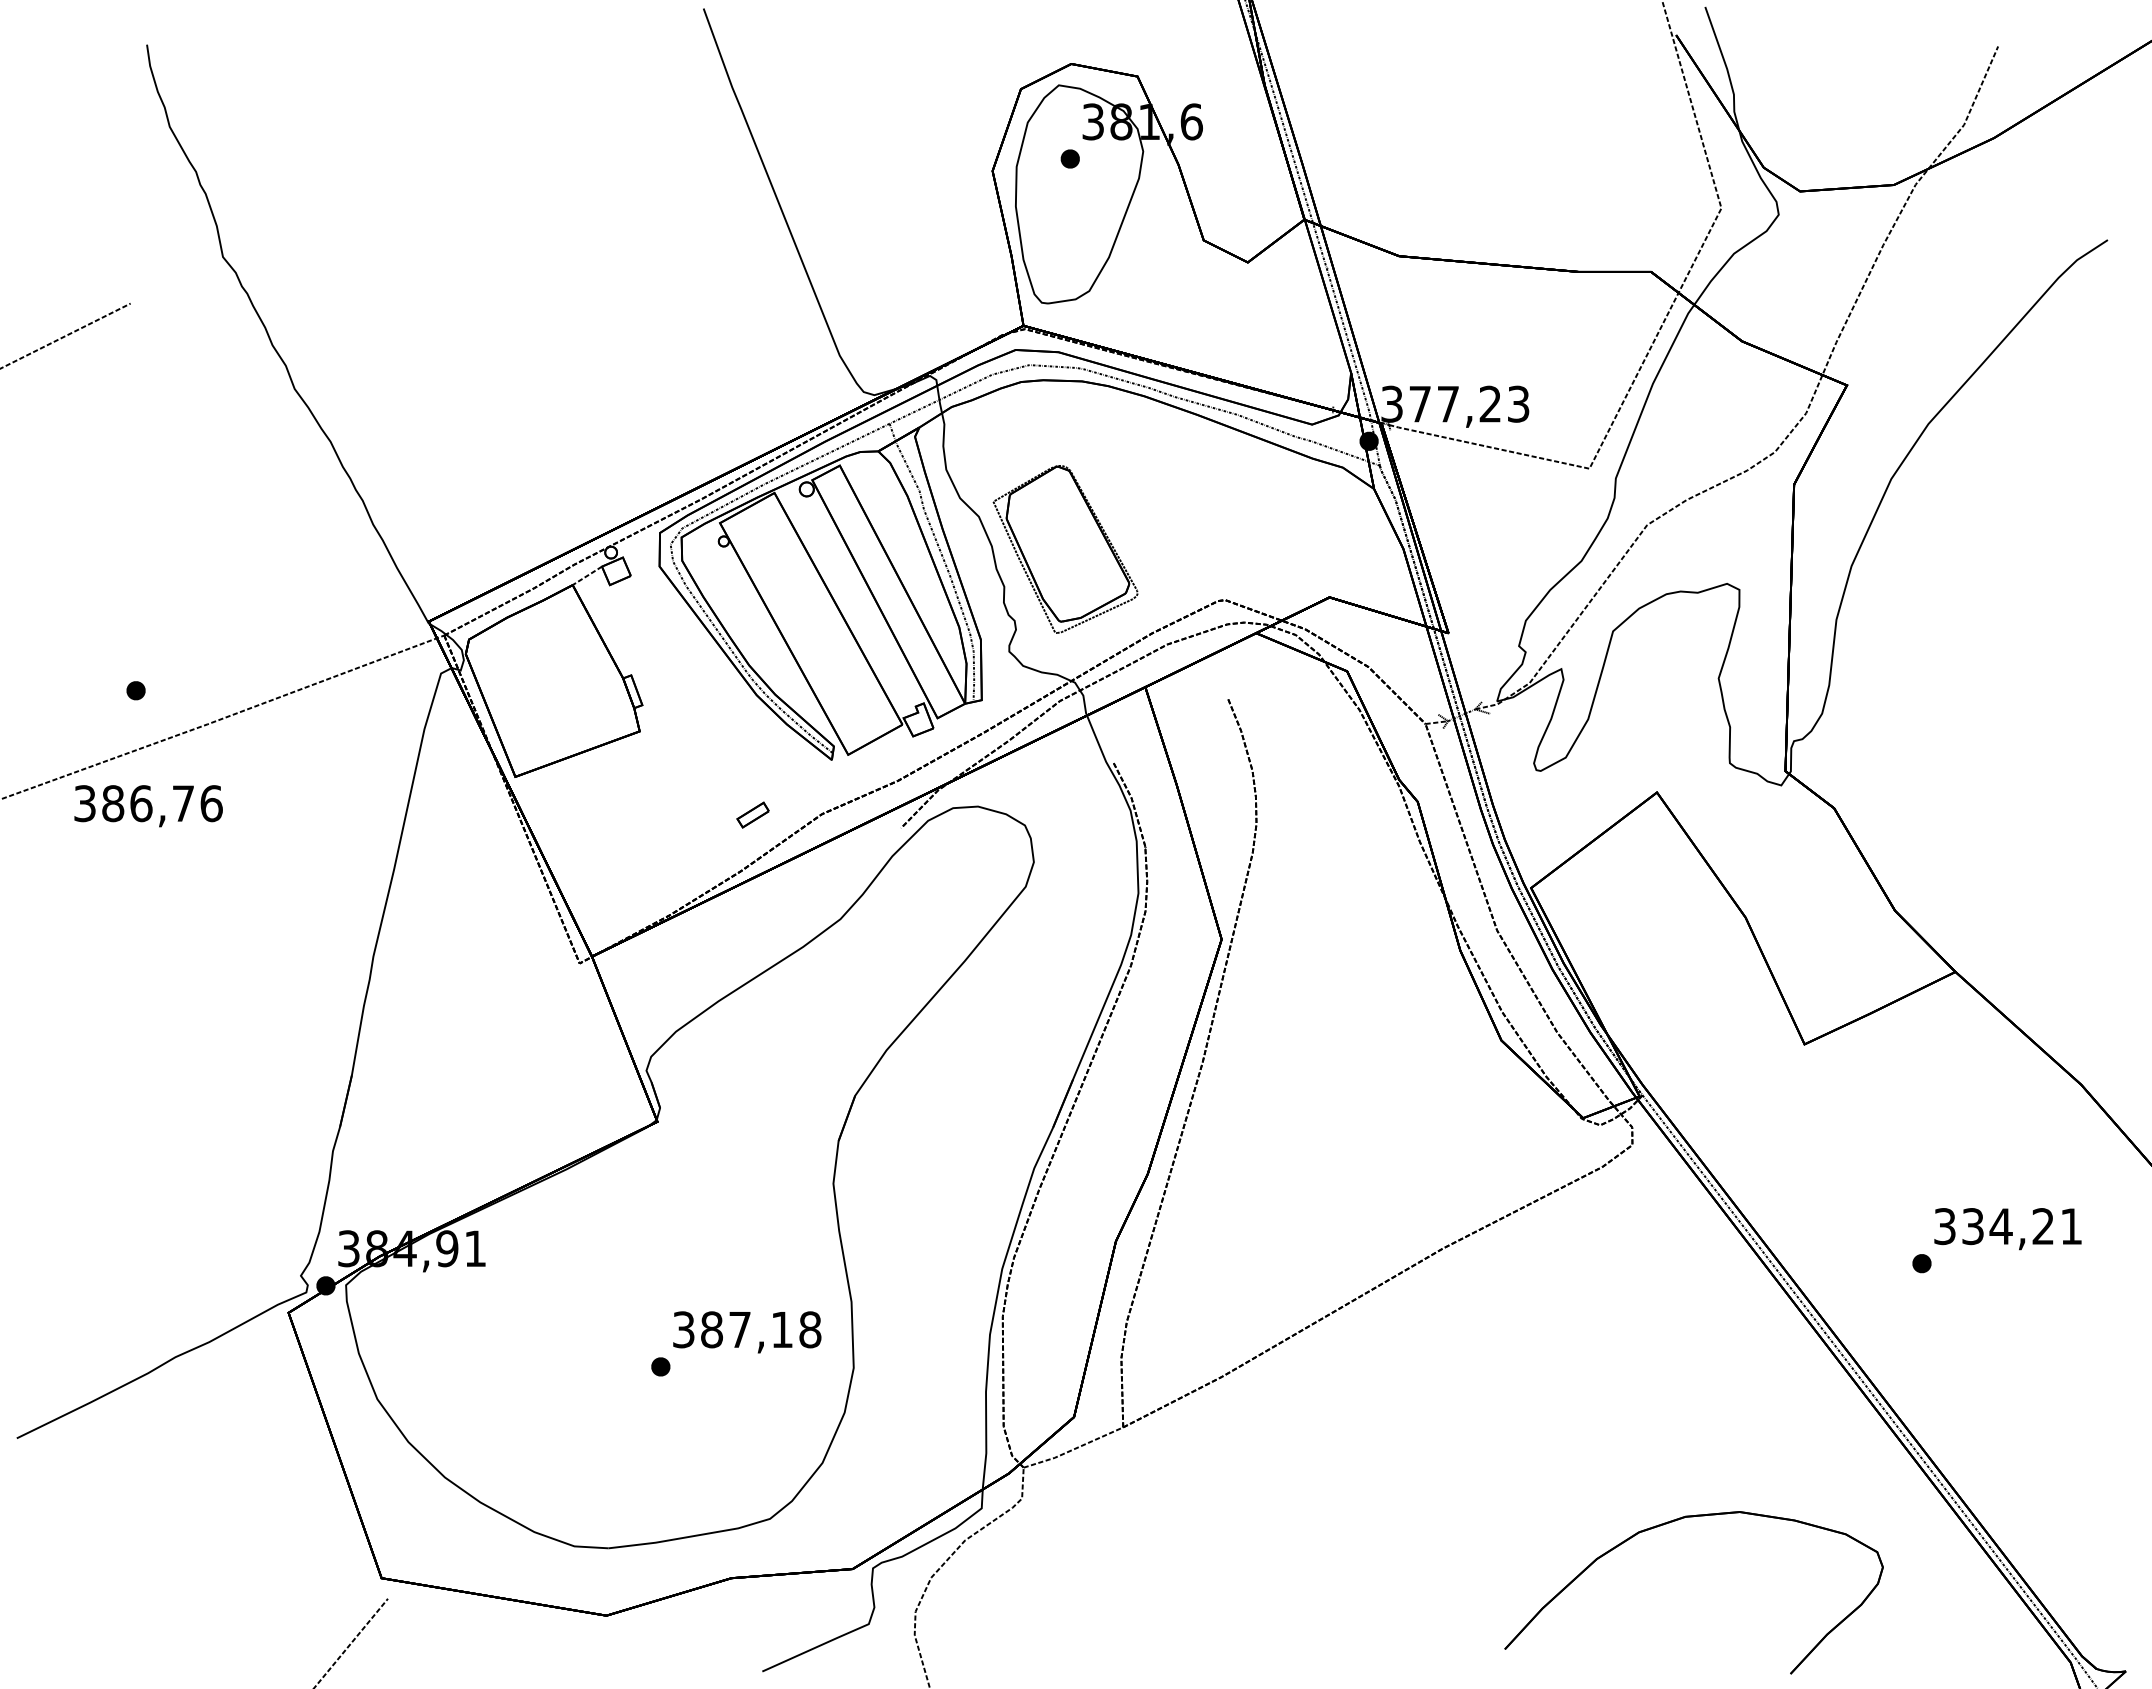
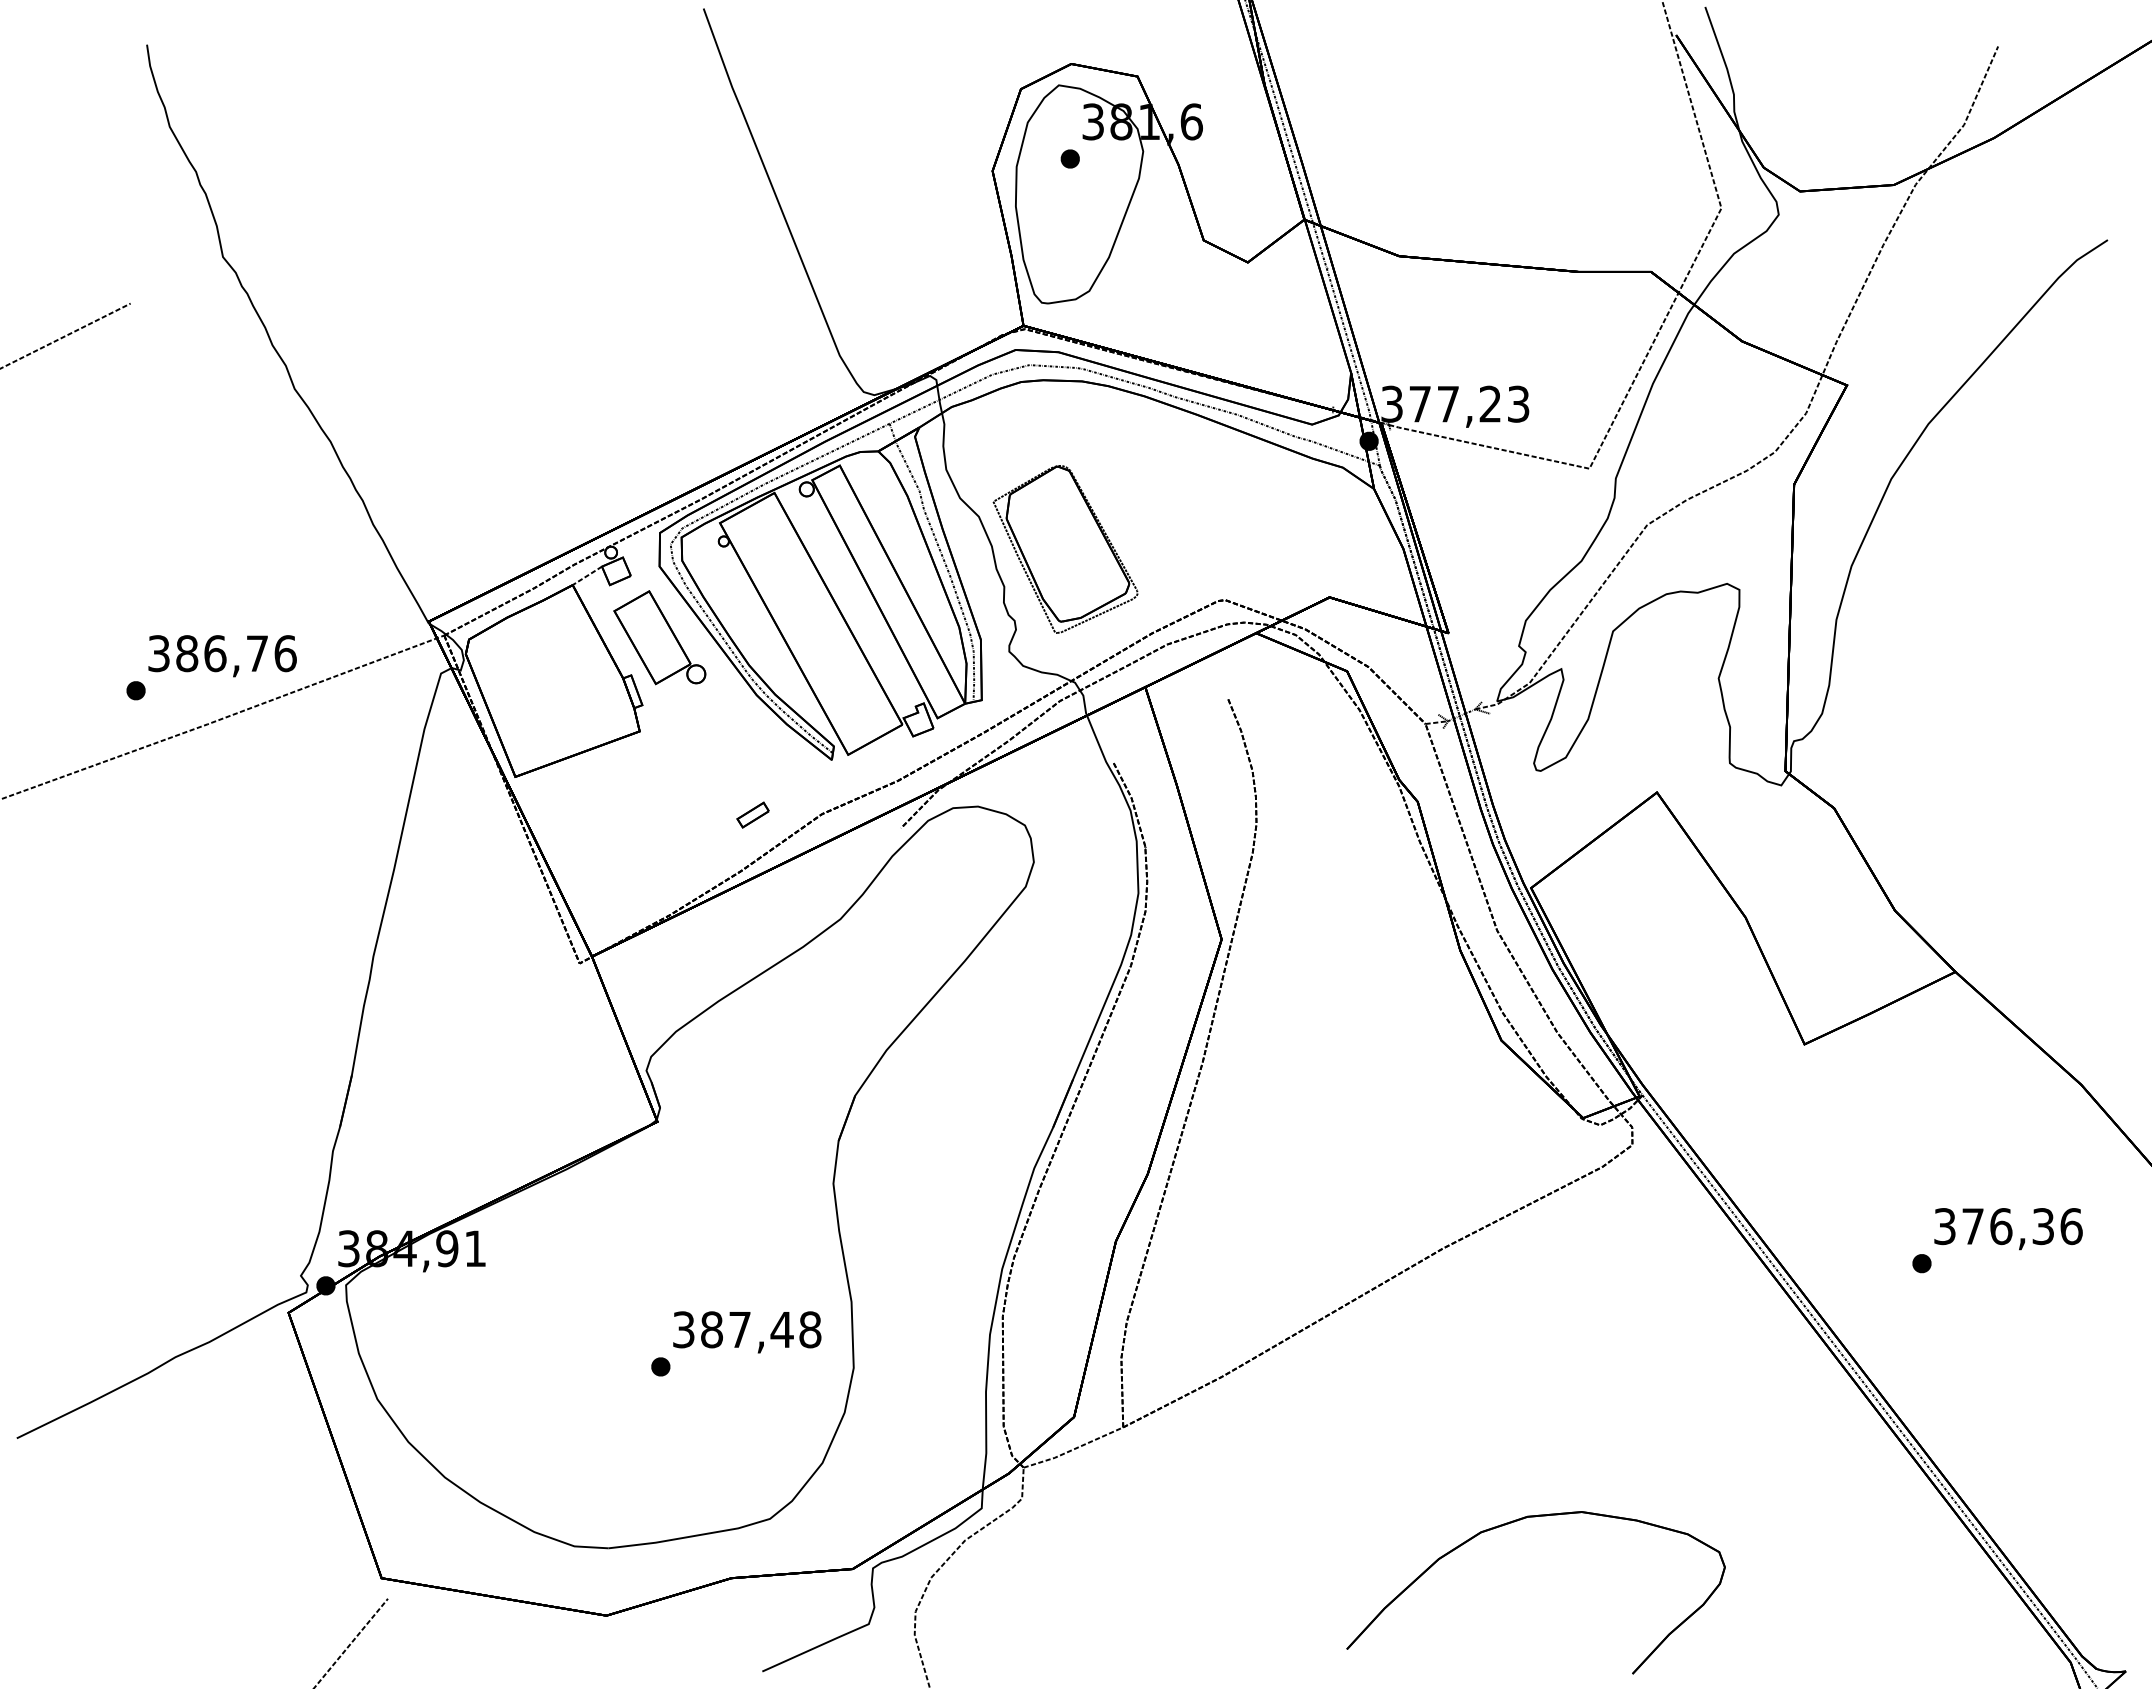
part at (659, 637): none -> present
text at (148, 806) position: (148, 806) -> (222, 656)
text at (2022, 1226): 334,21 -> 376,36
text at (781, 1329): 387,18 -> 387,48
part at (1669, 1523) position: (1669, 1523) -> (1511, 1523)
